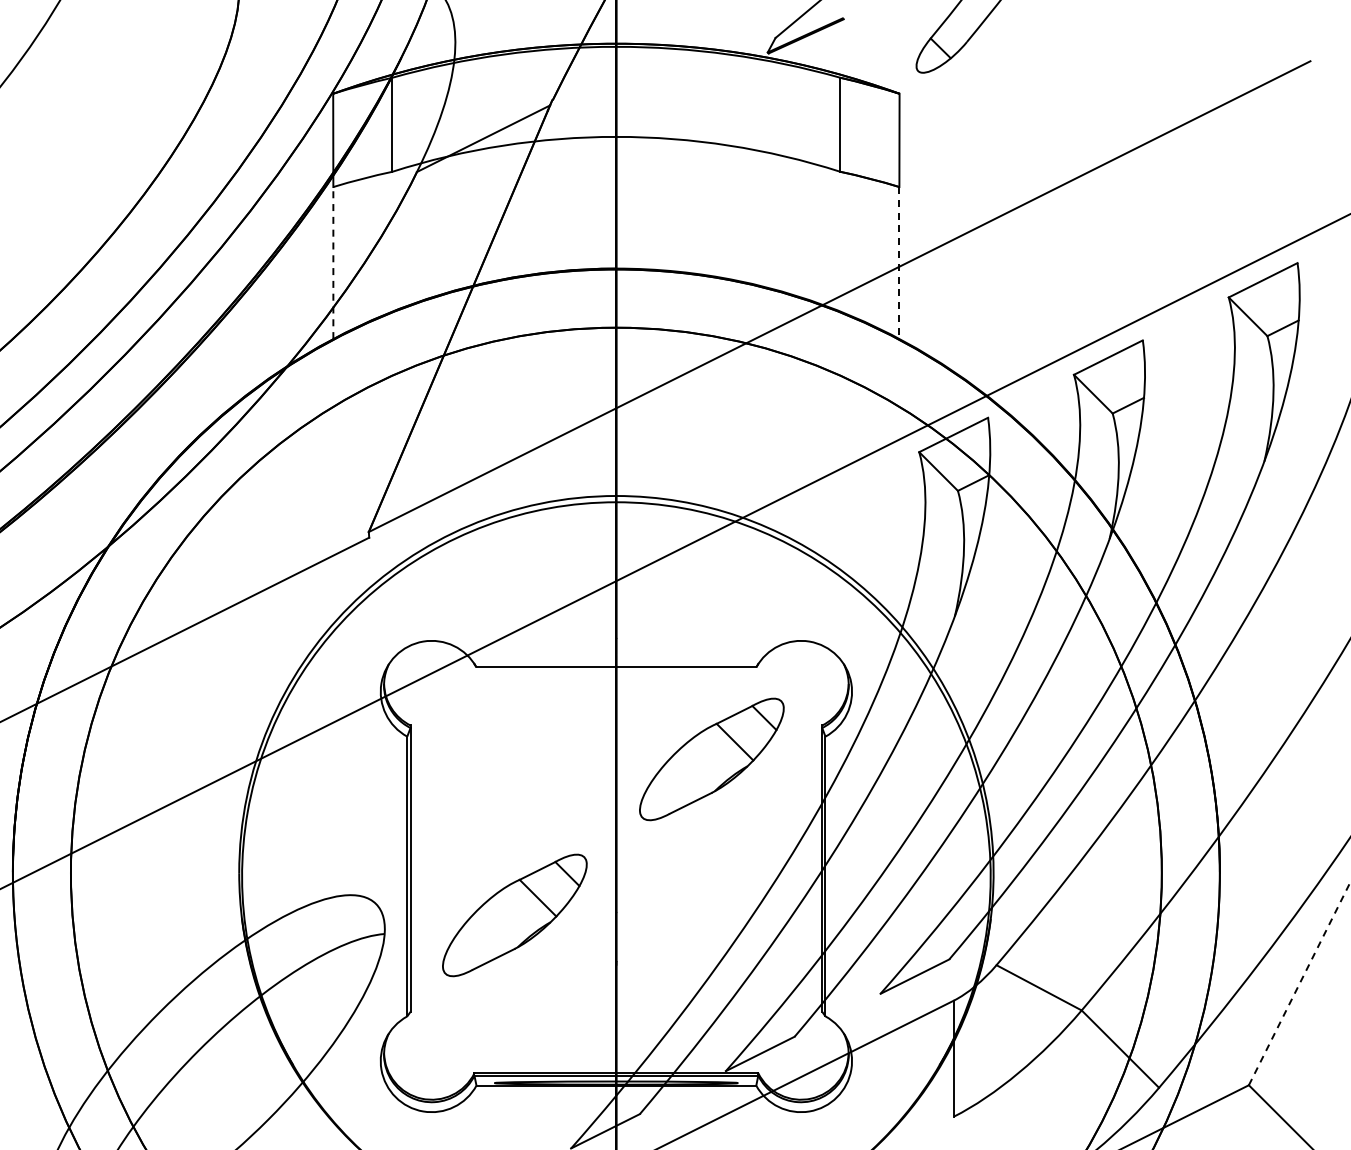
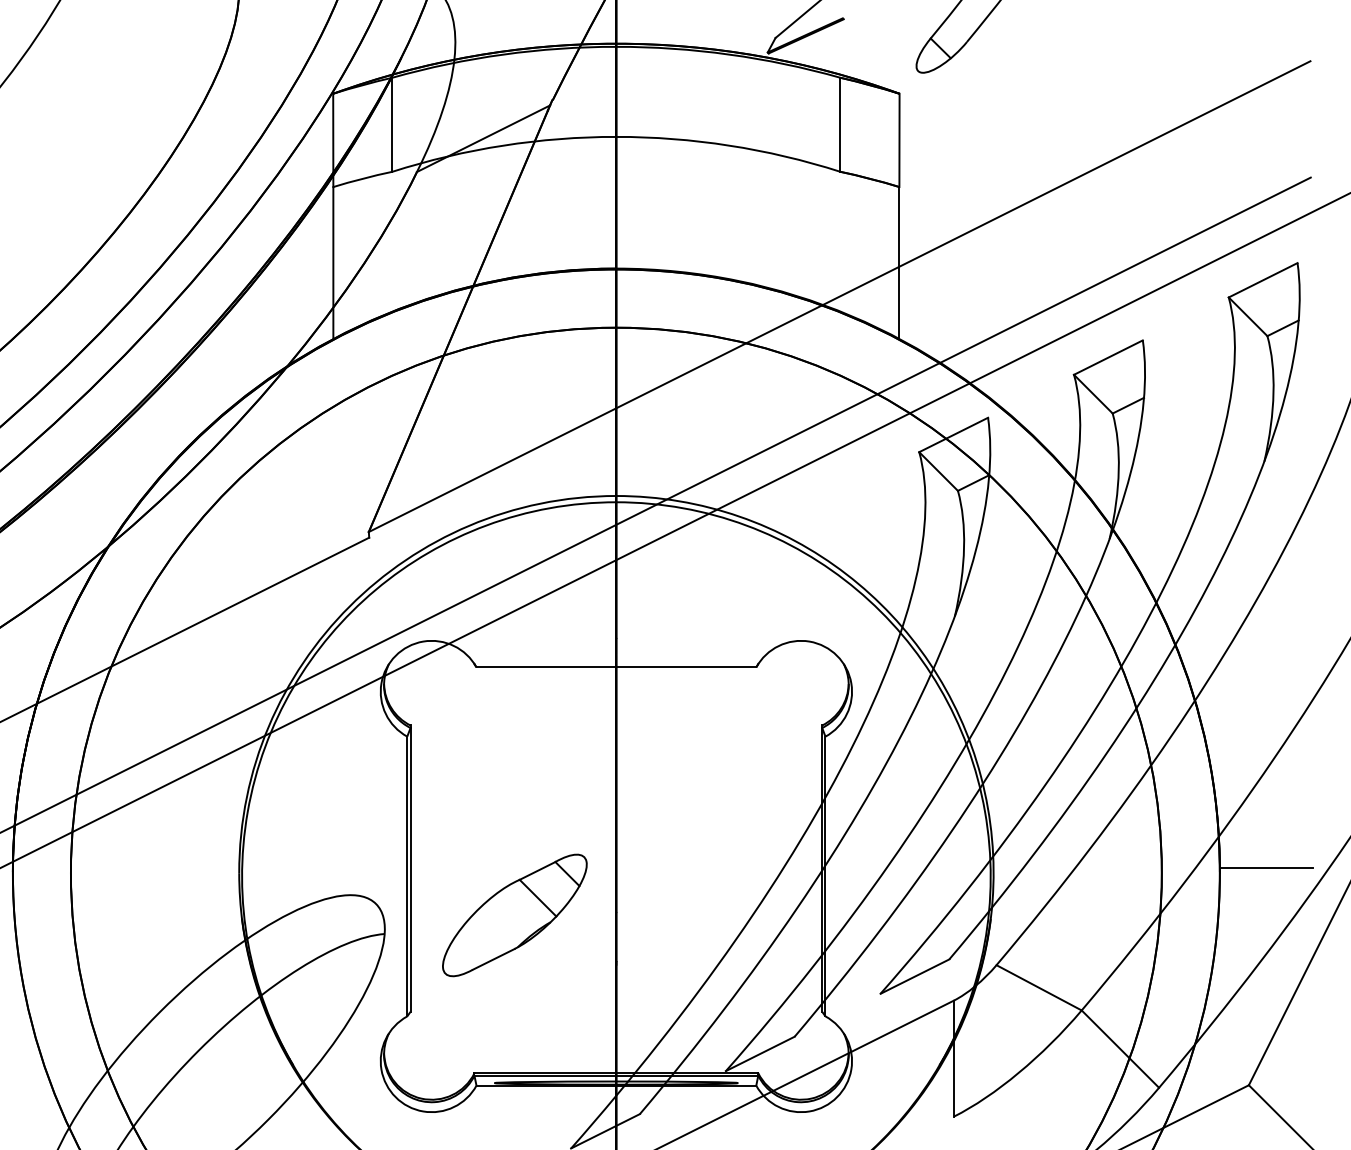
line at (333, 262): dashed -> solid
line at (899, 263): dashed -> solid
line at (656, 504): none -> present
line at (674, 551) position: (674, 551) -> (674, 530)
part at (711, 759): present -> none
line at (1265, 868): none -> present
line at (1299, 983): dashed -> solid
